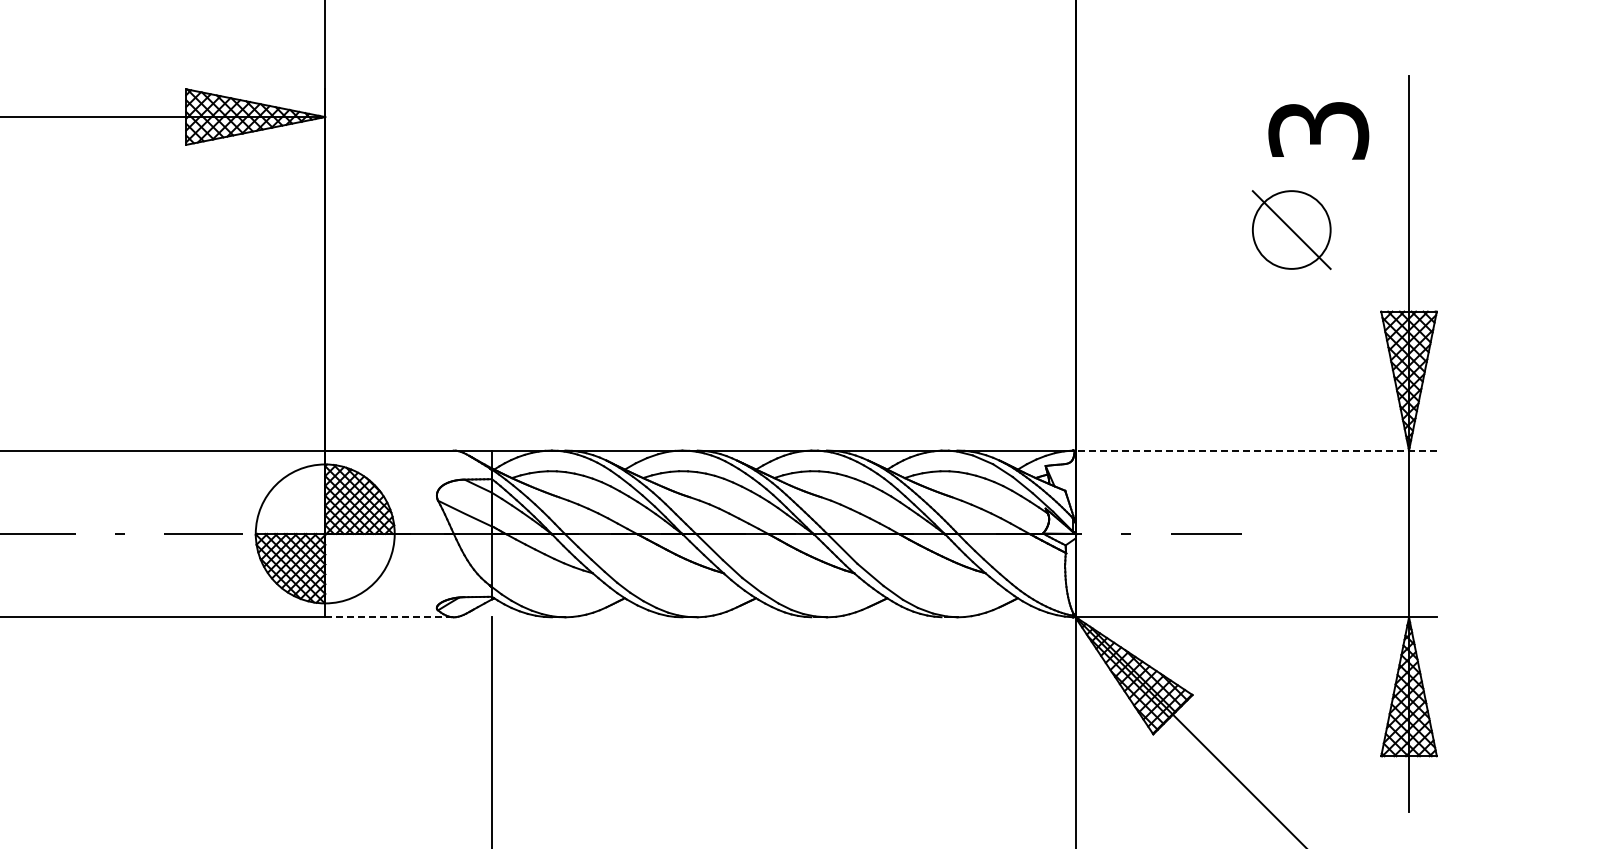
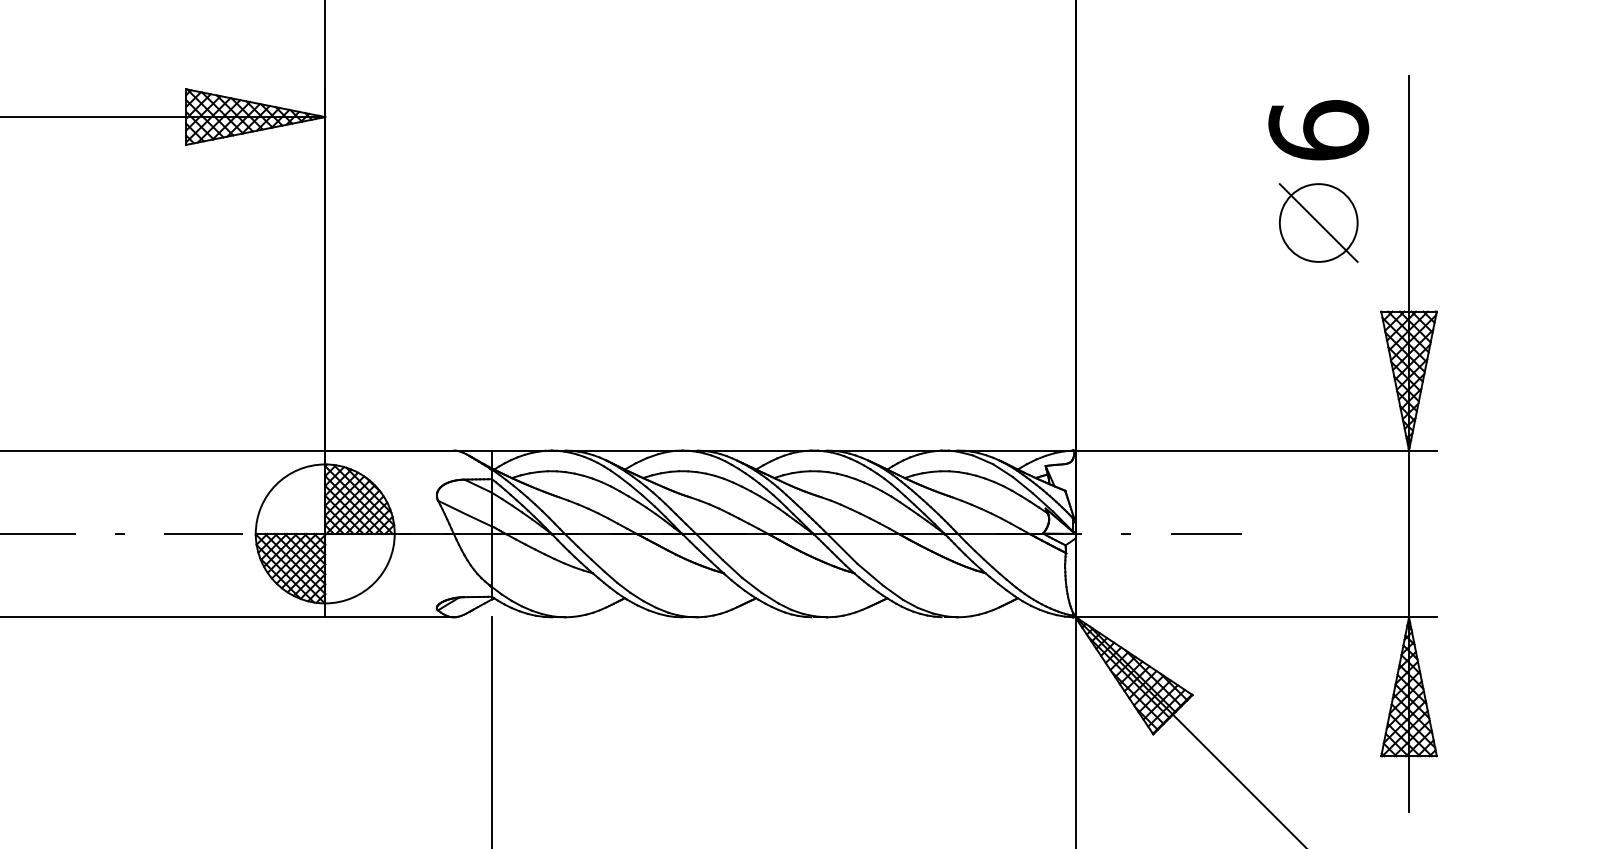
text at (1318, 130): 3 -> 6
part at (1291, 229) position: (1291, 229) -> (1318, 222)
line at (1254, 450): dashed -> solid
line at (390, 617): dashed -> solid
